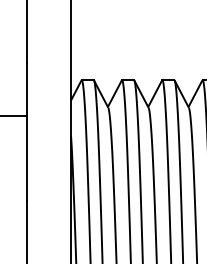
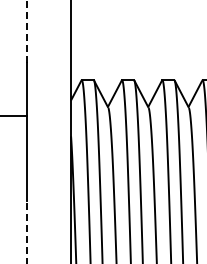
line at (26, 31): solid -> dashed
line at (26, 231): solid -> dashed
